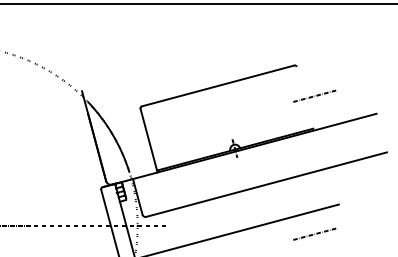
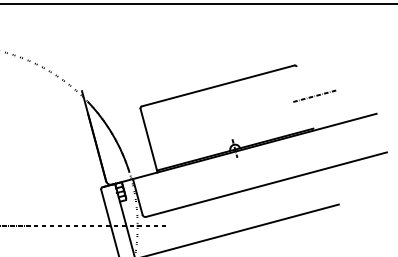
line at (314, 233): present -> none
